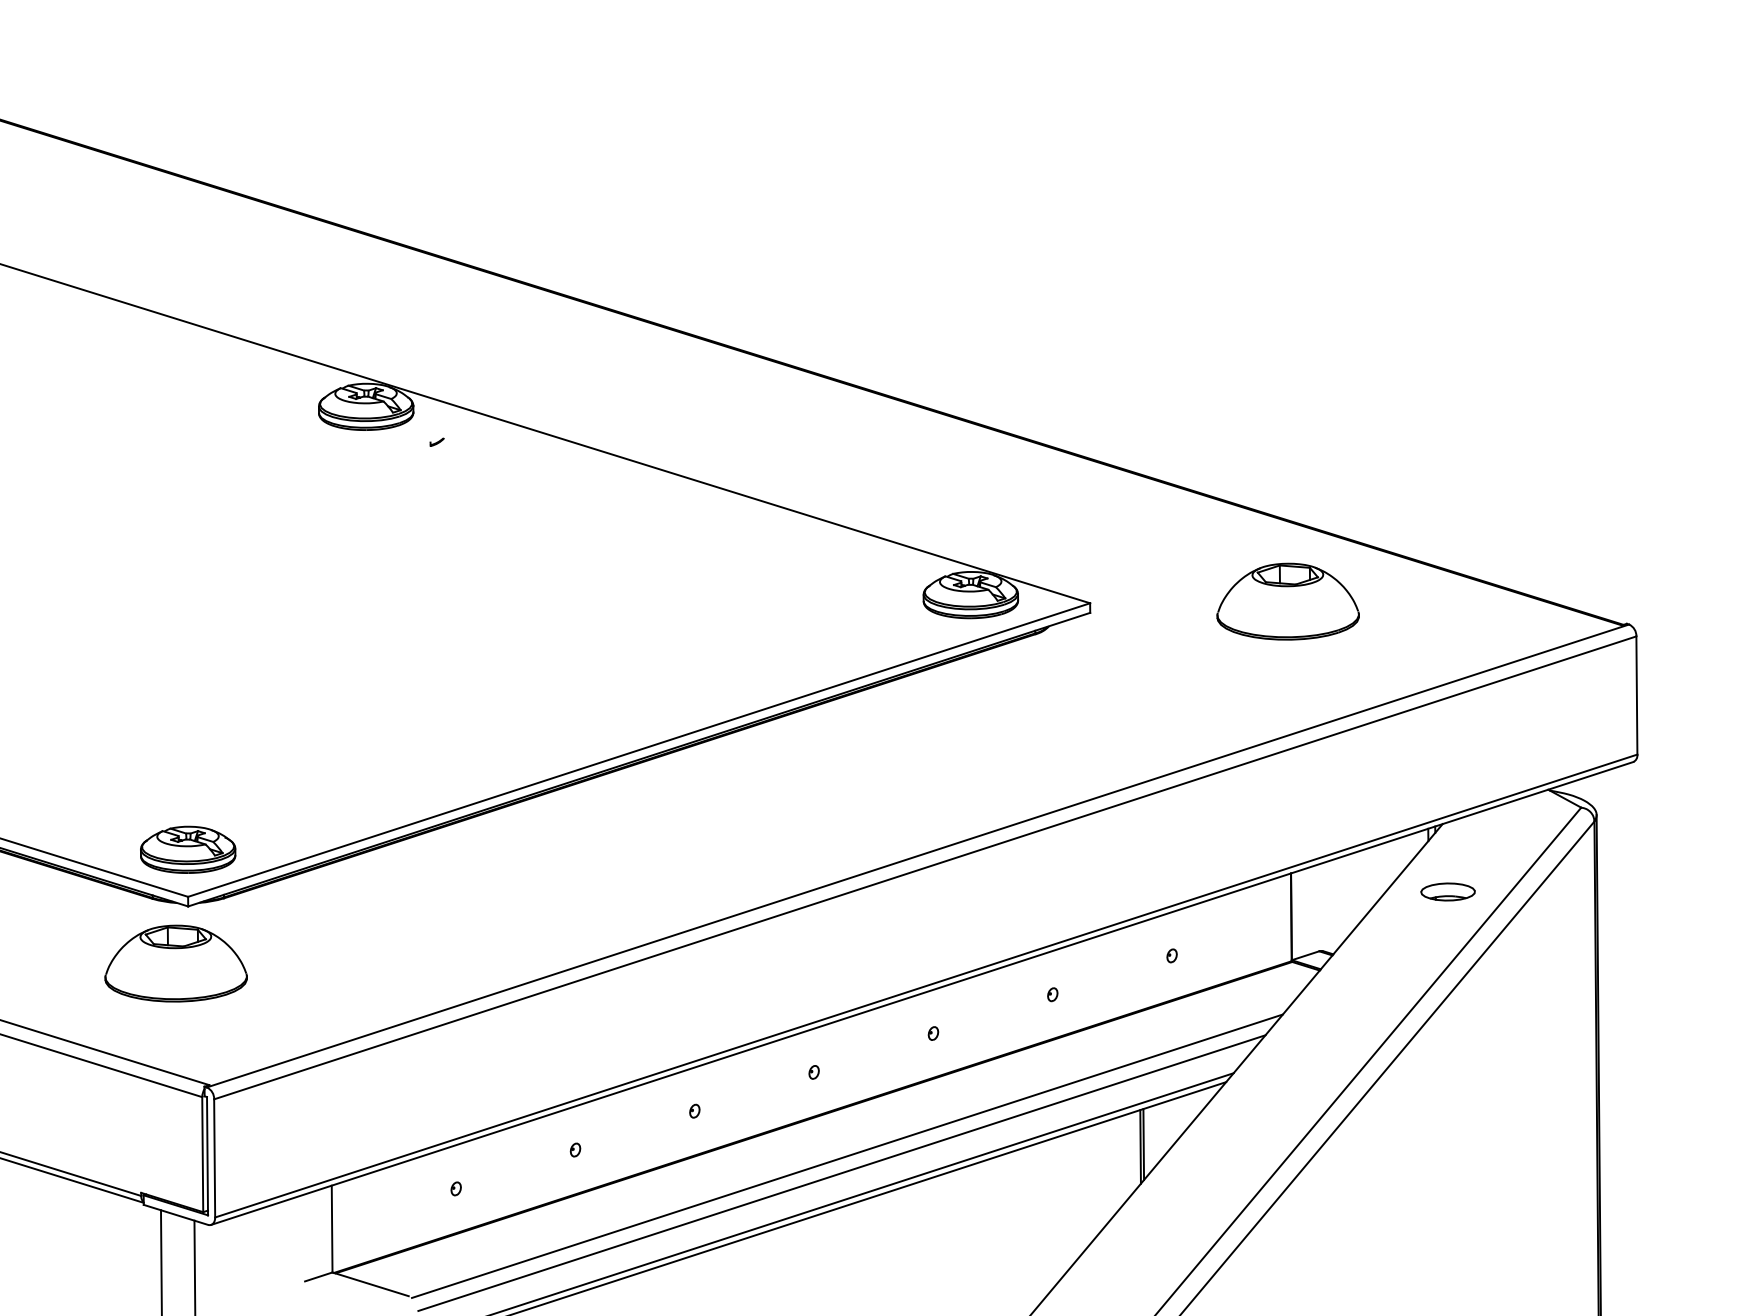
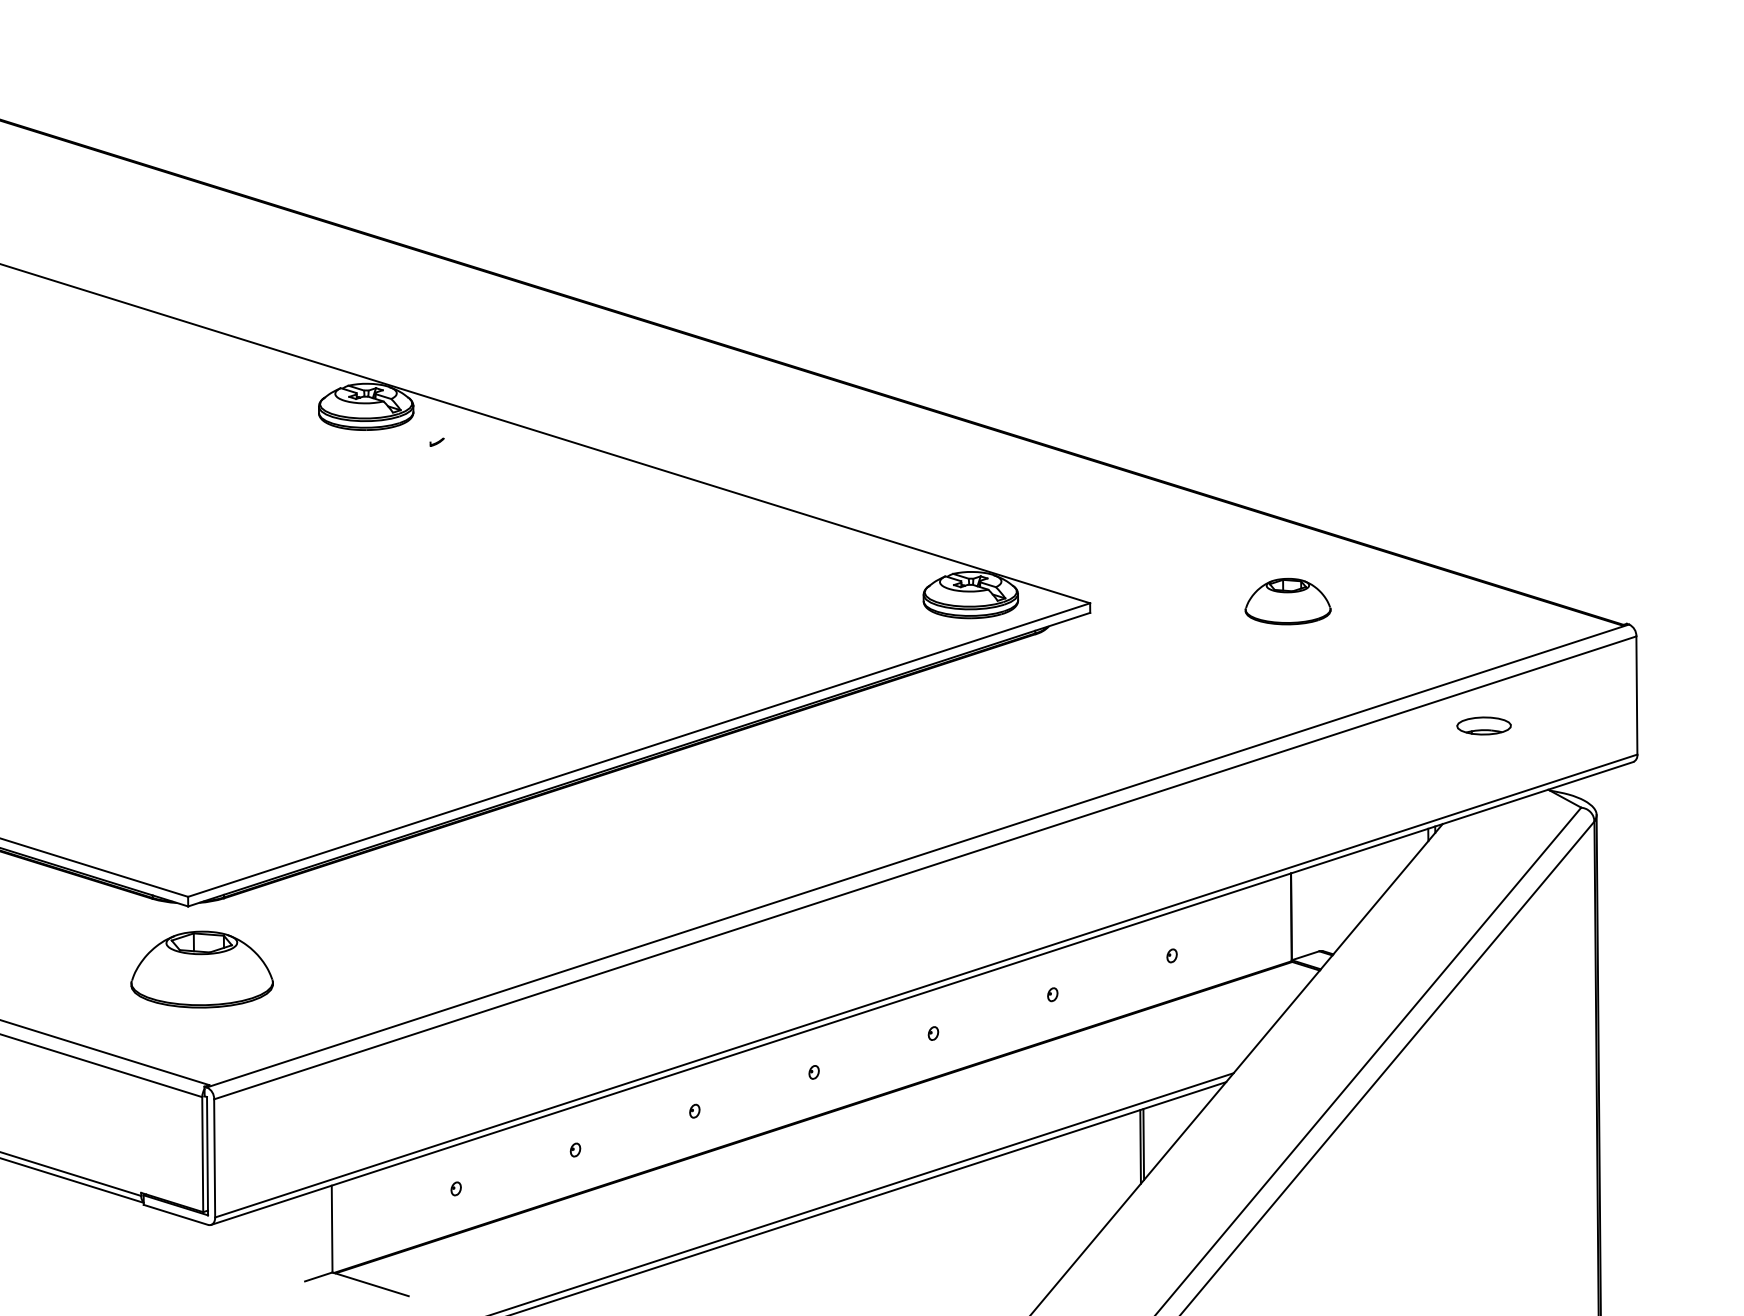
part at (1287, 601) size: 144x79 px -> 88x49 px
part at (188, 849): present -> none
part at (1447, 891) position: (1447, 891) -> (1483, 725)
part at (175, 963) position: (175, 963) -> (201, 969)
line at (846, 1155): present -> none
line at (841, 1172): present -> none
line at (161, 1261): present -> none
line at (194, 1266): present -> none
